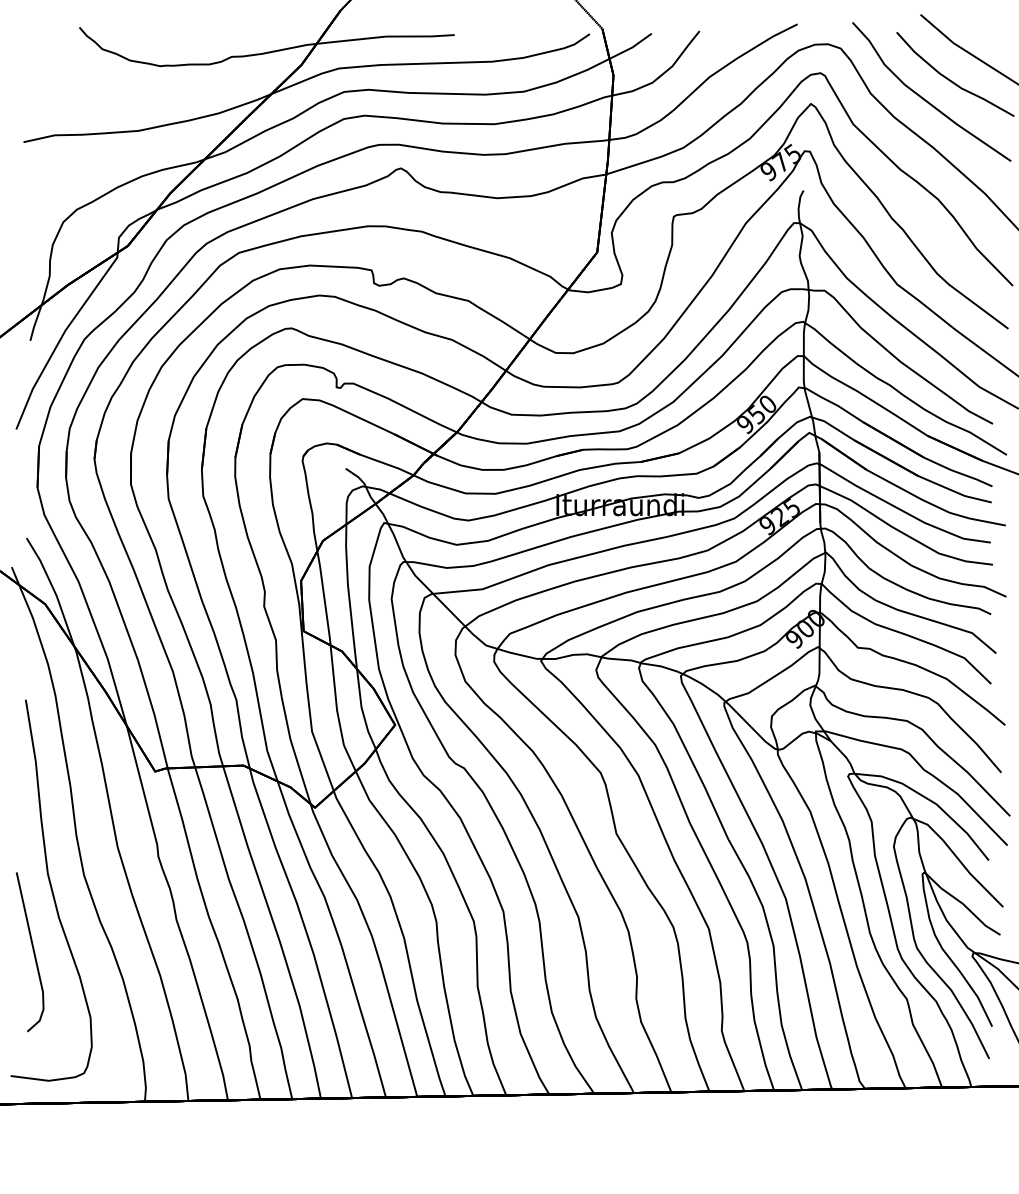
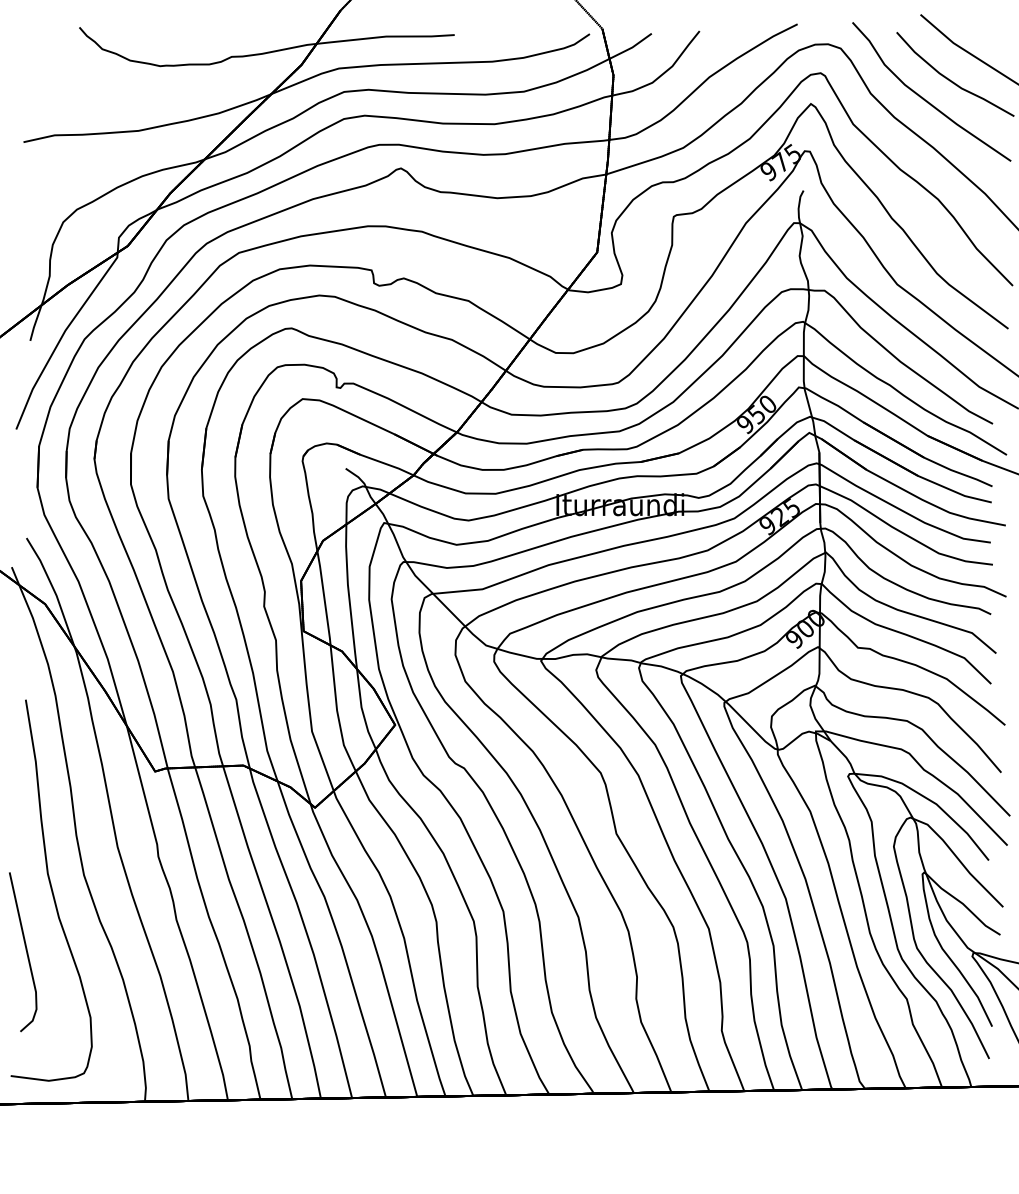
curve at (32, 950) position: (32, 950) -> (25, 950)
